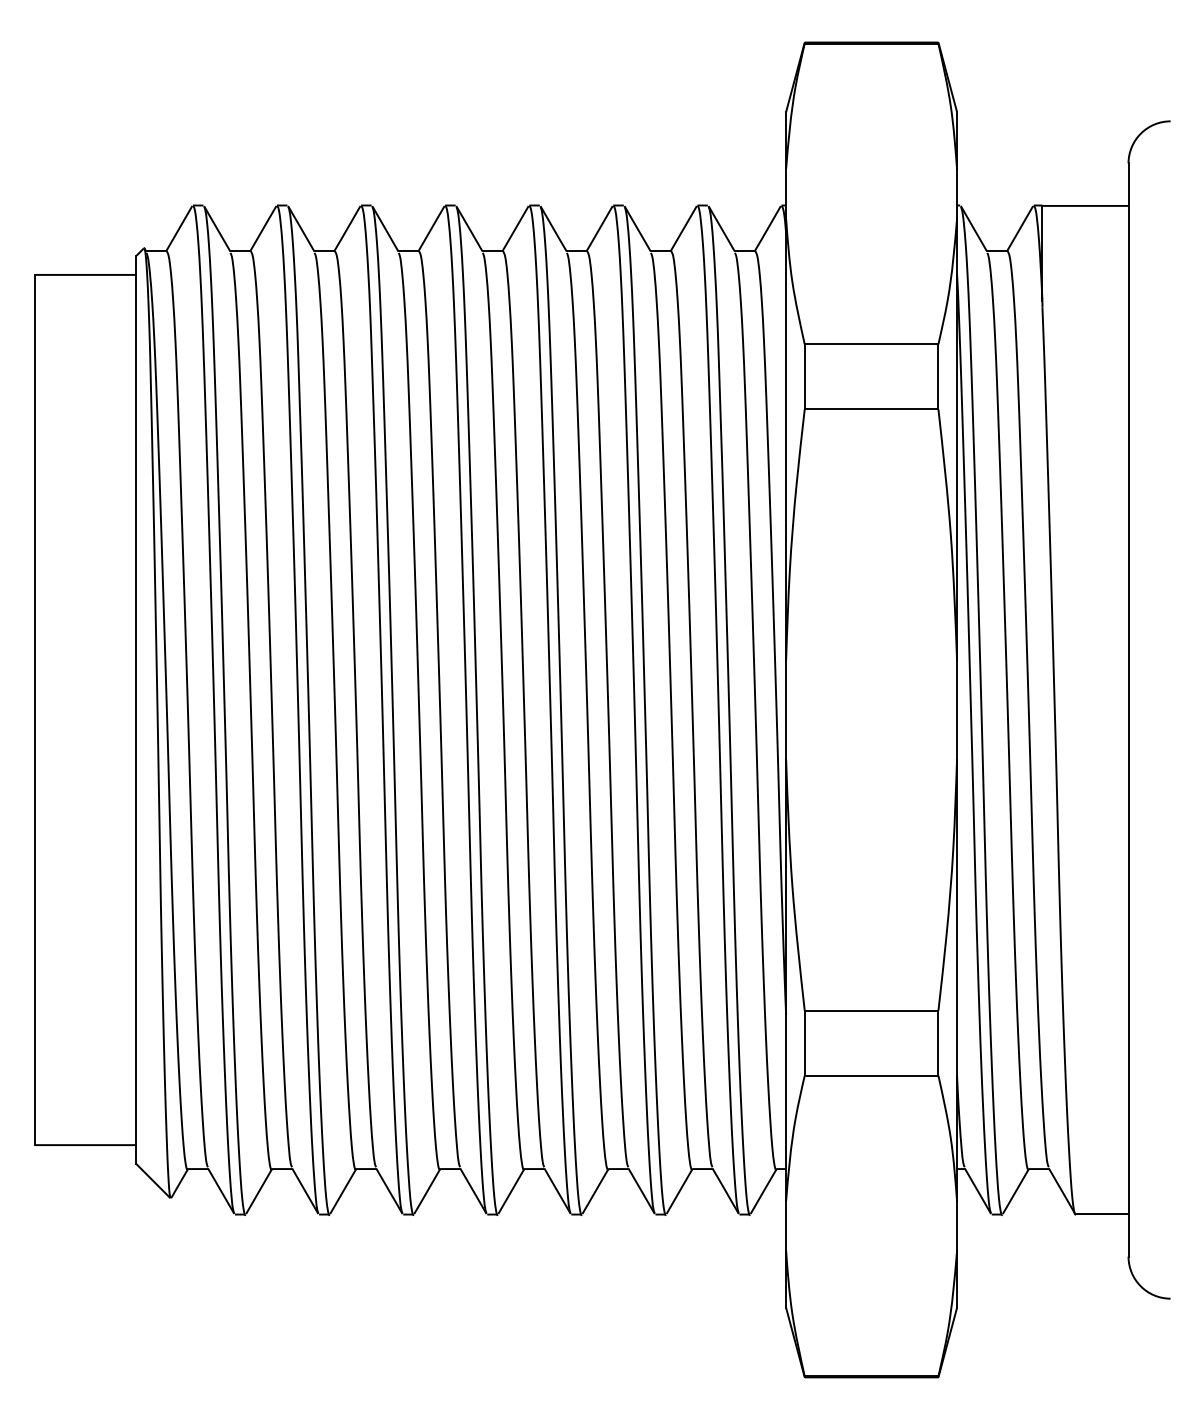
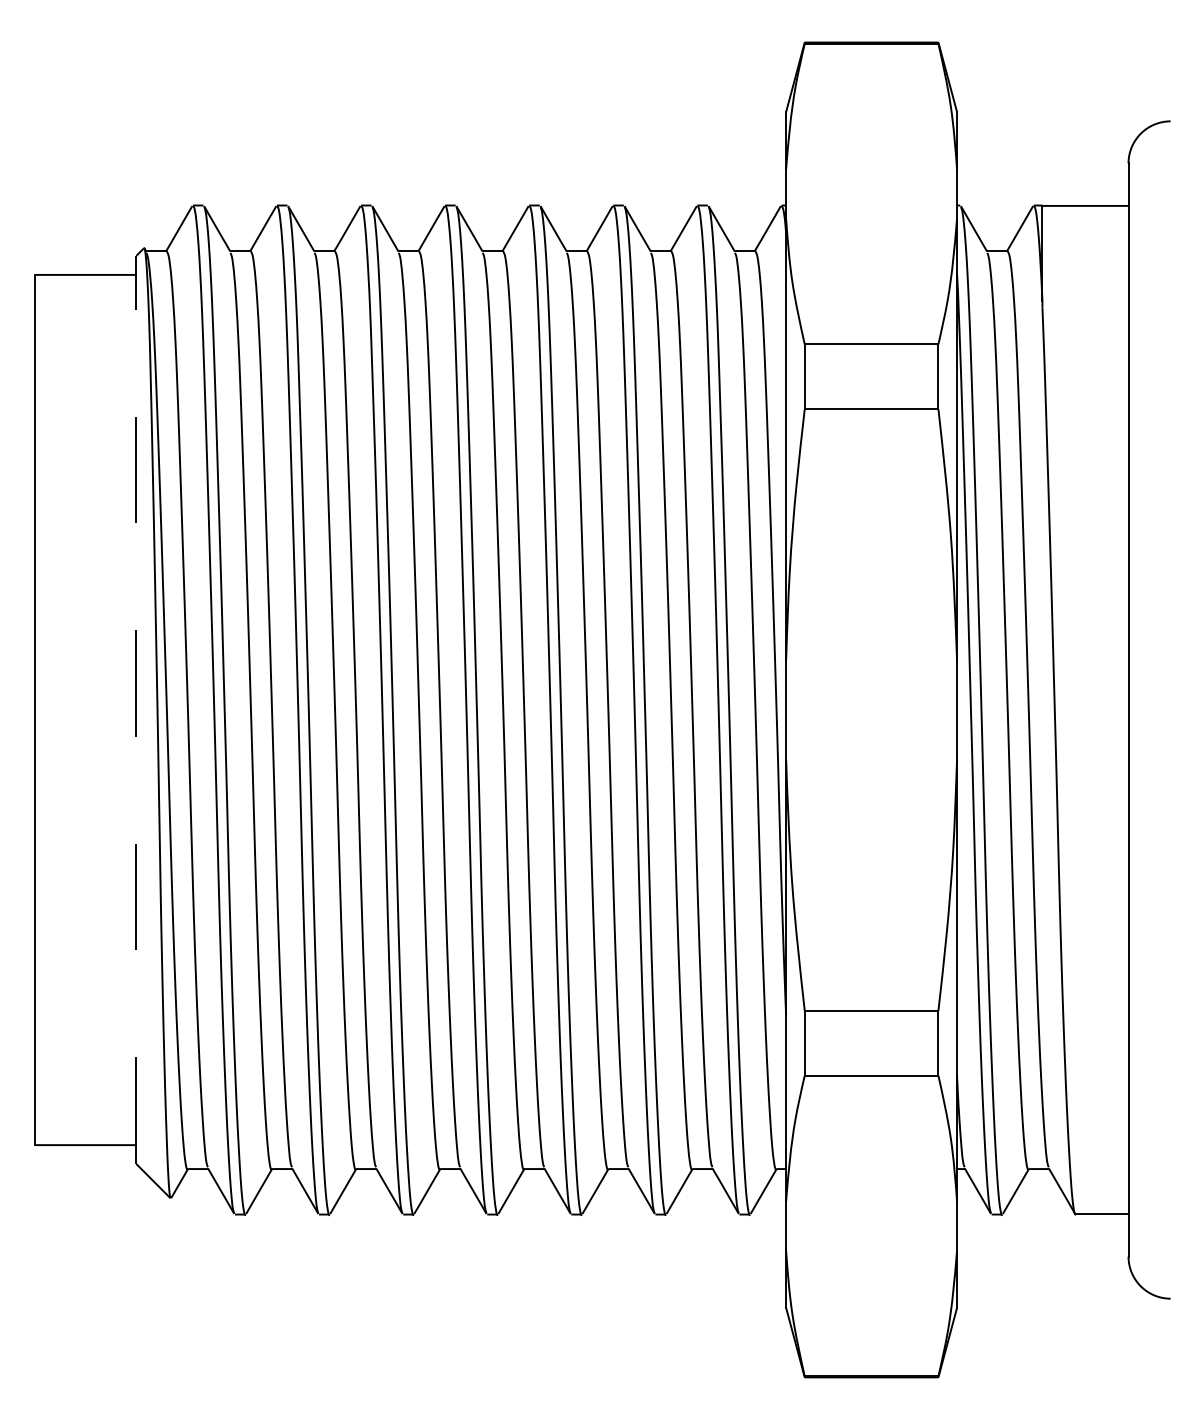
line at (136, 709): solid -> dashed
